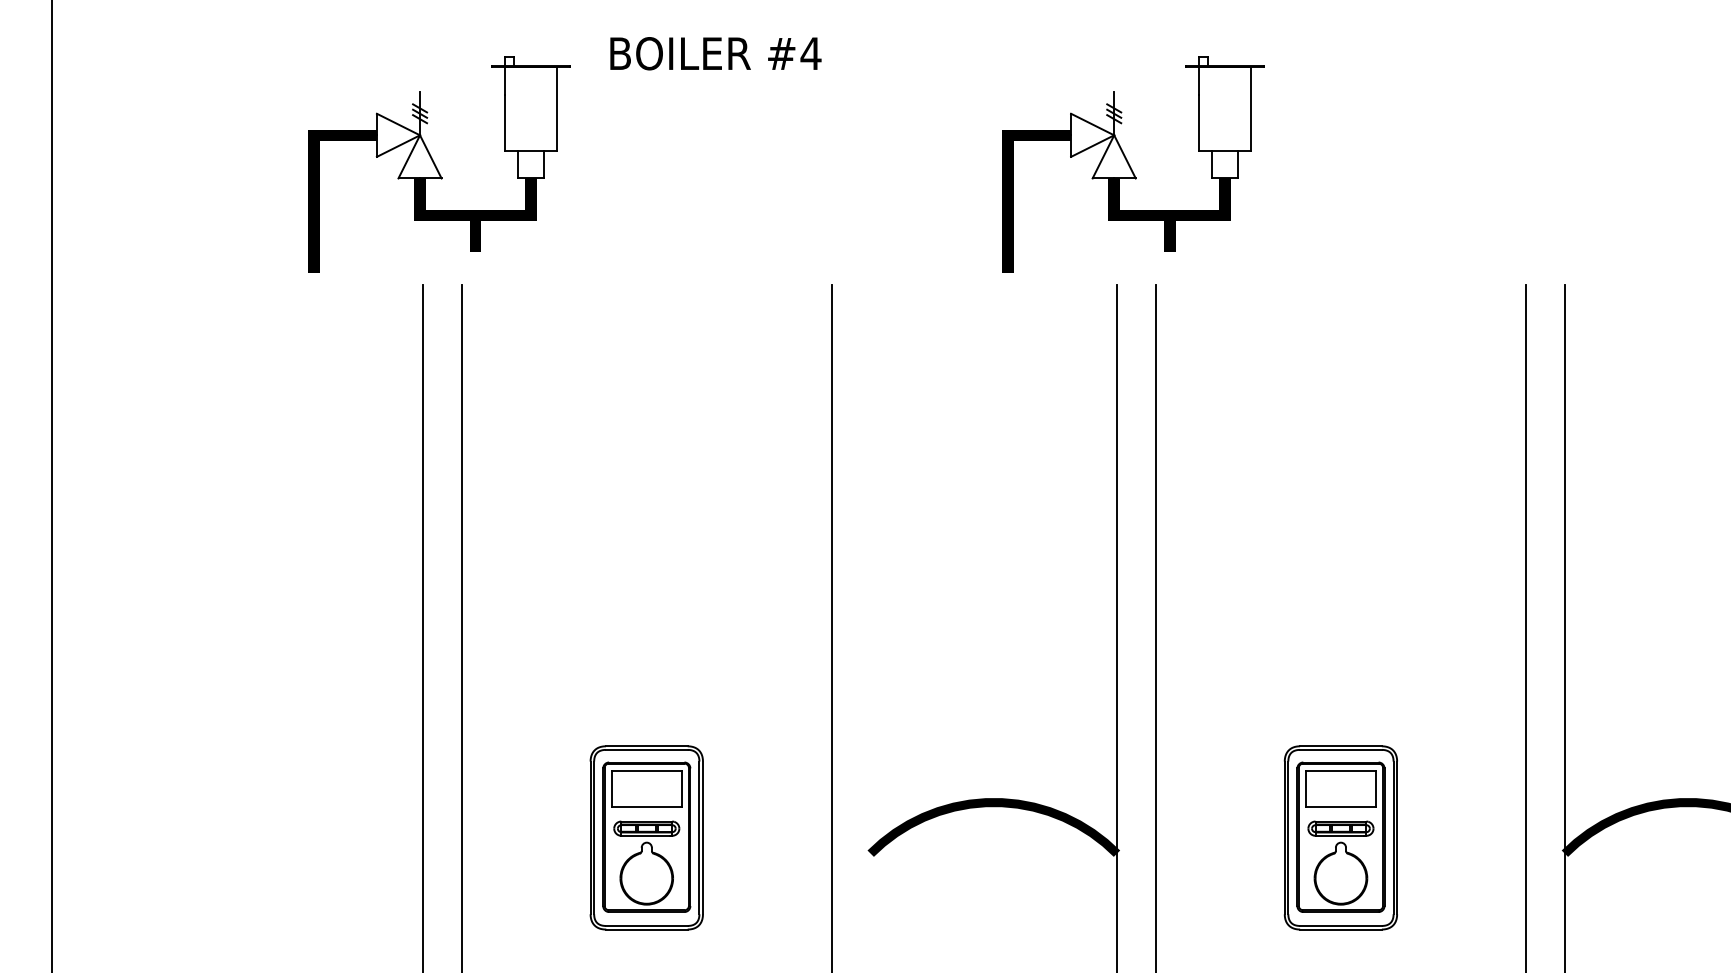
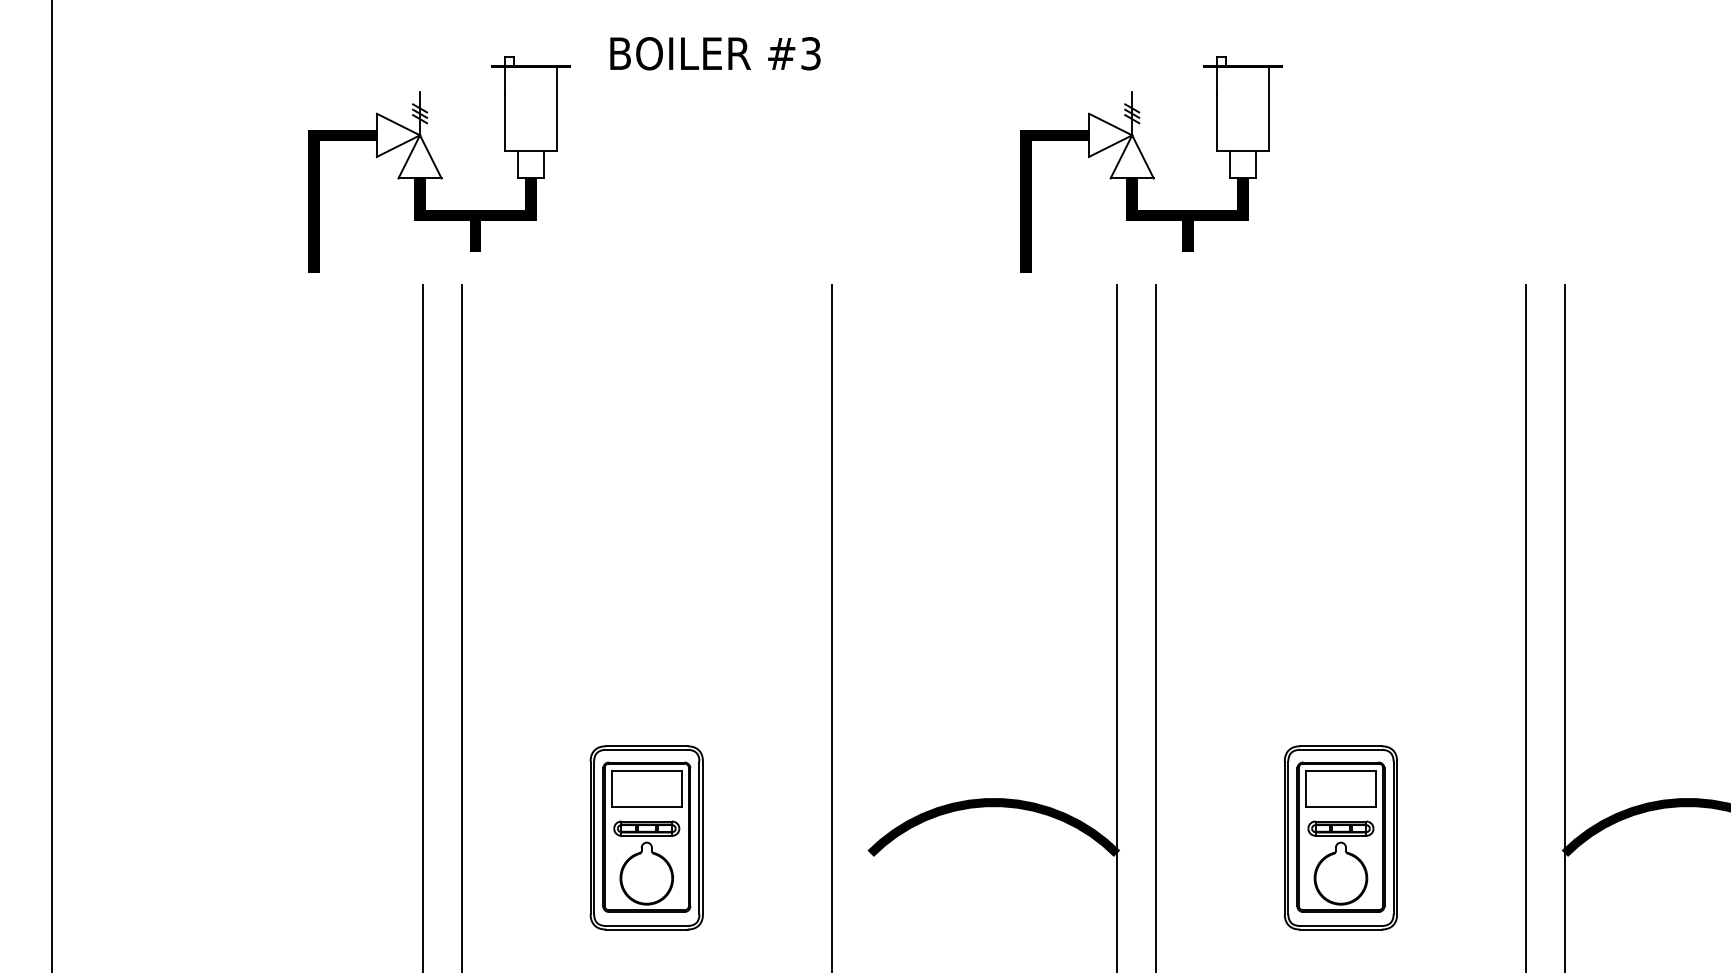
text at (810, 53): #4 -> #3
part at (1133, 164) position: (1133, 164) -> (1151, 164)
